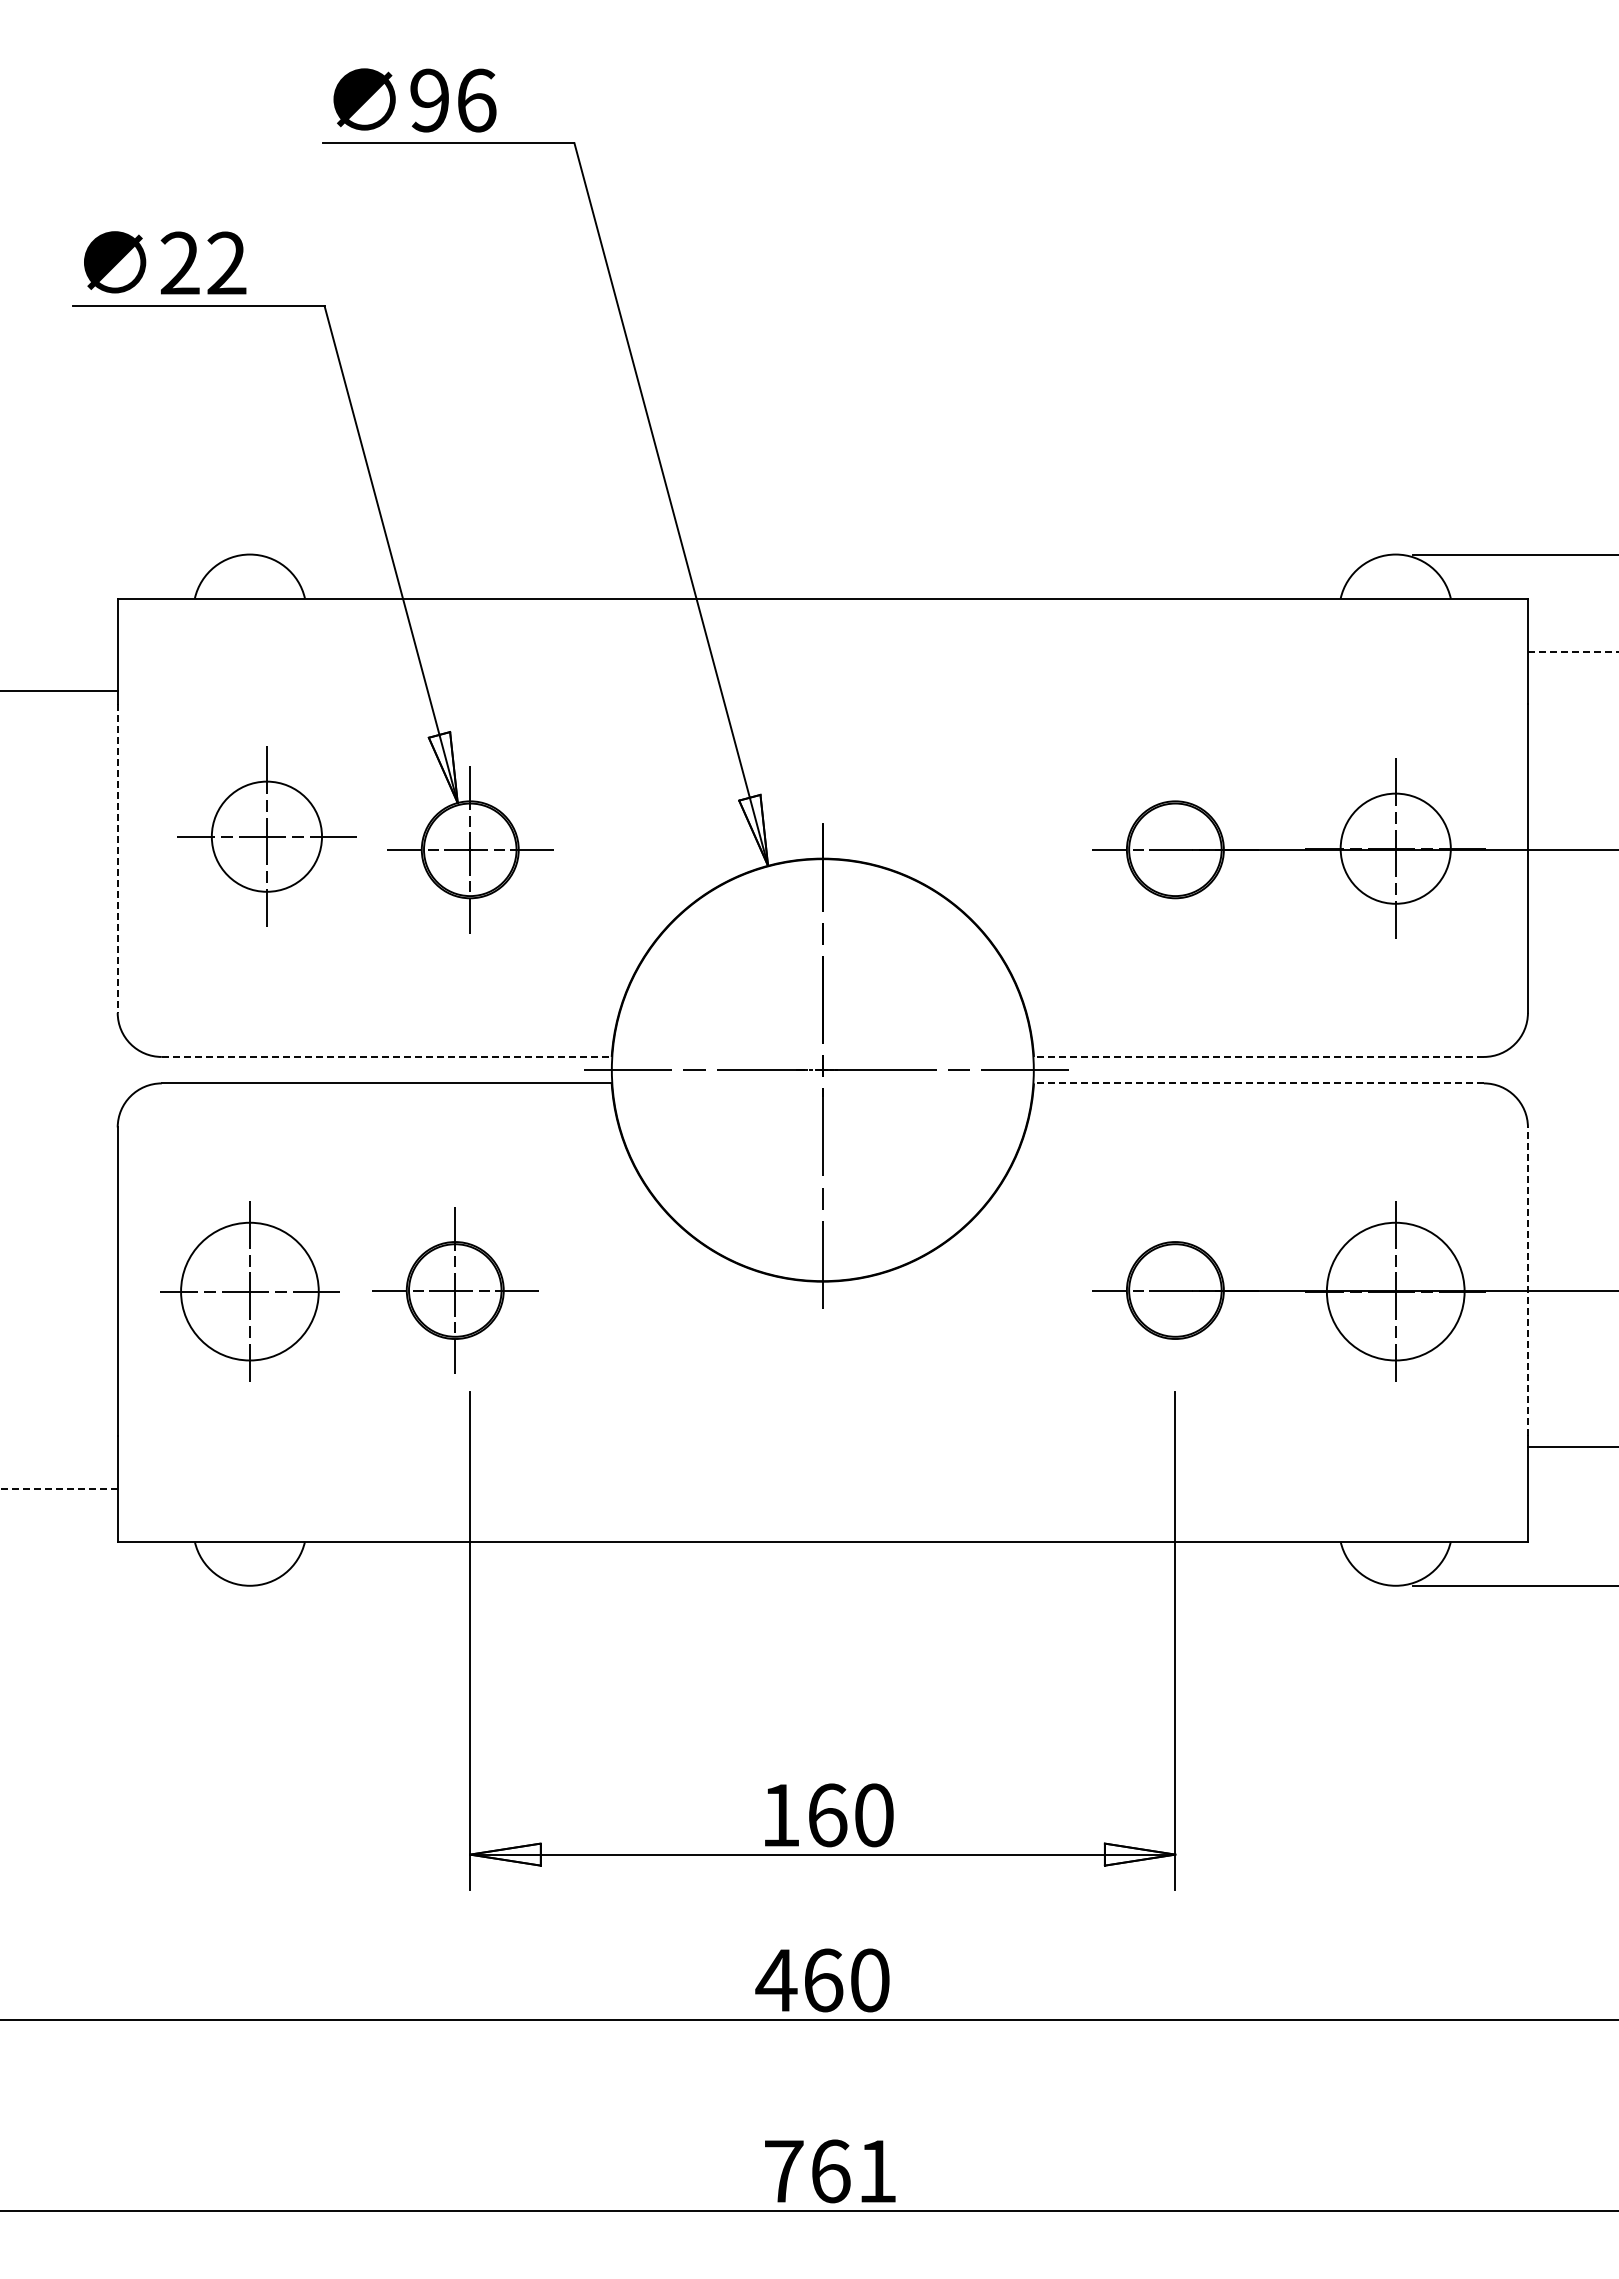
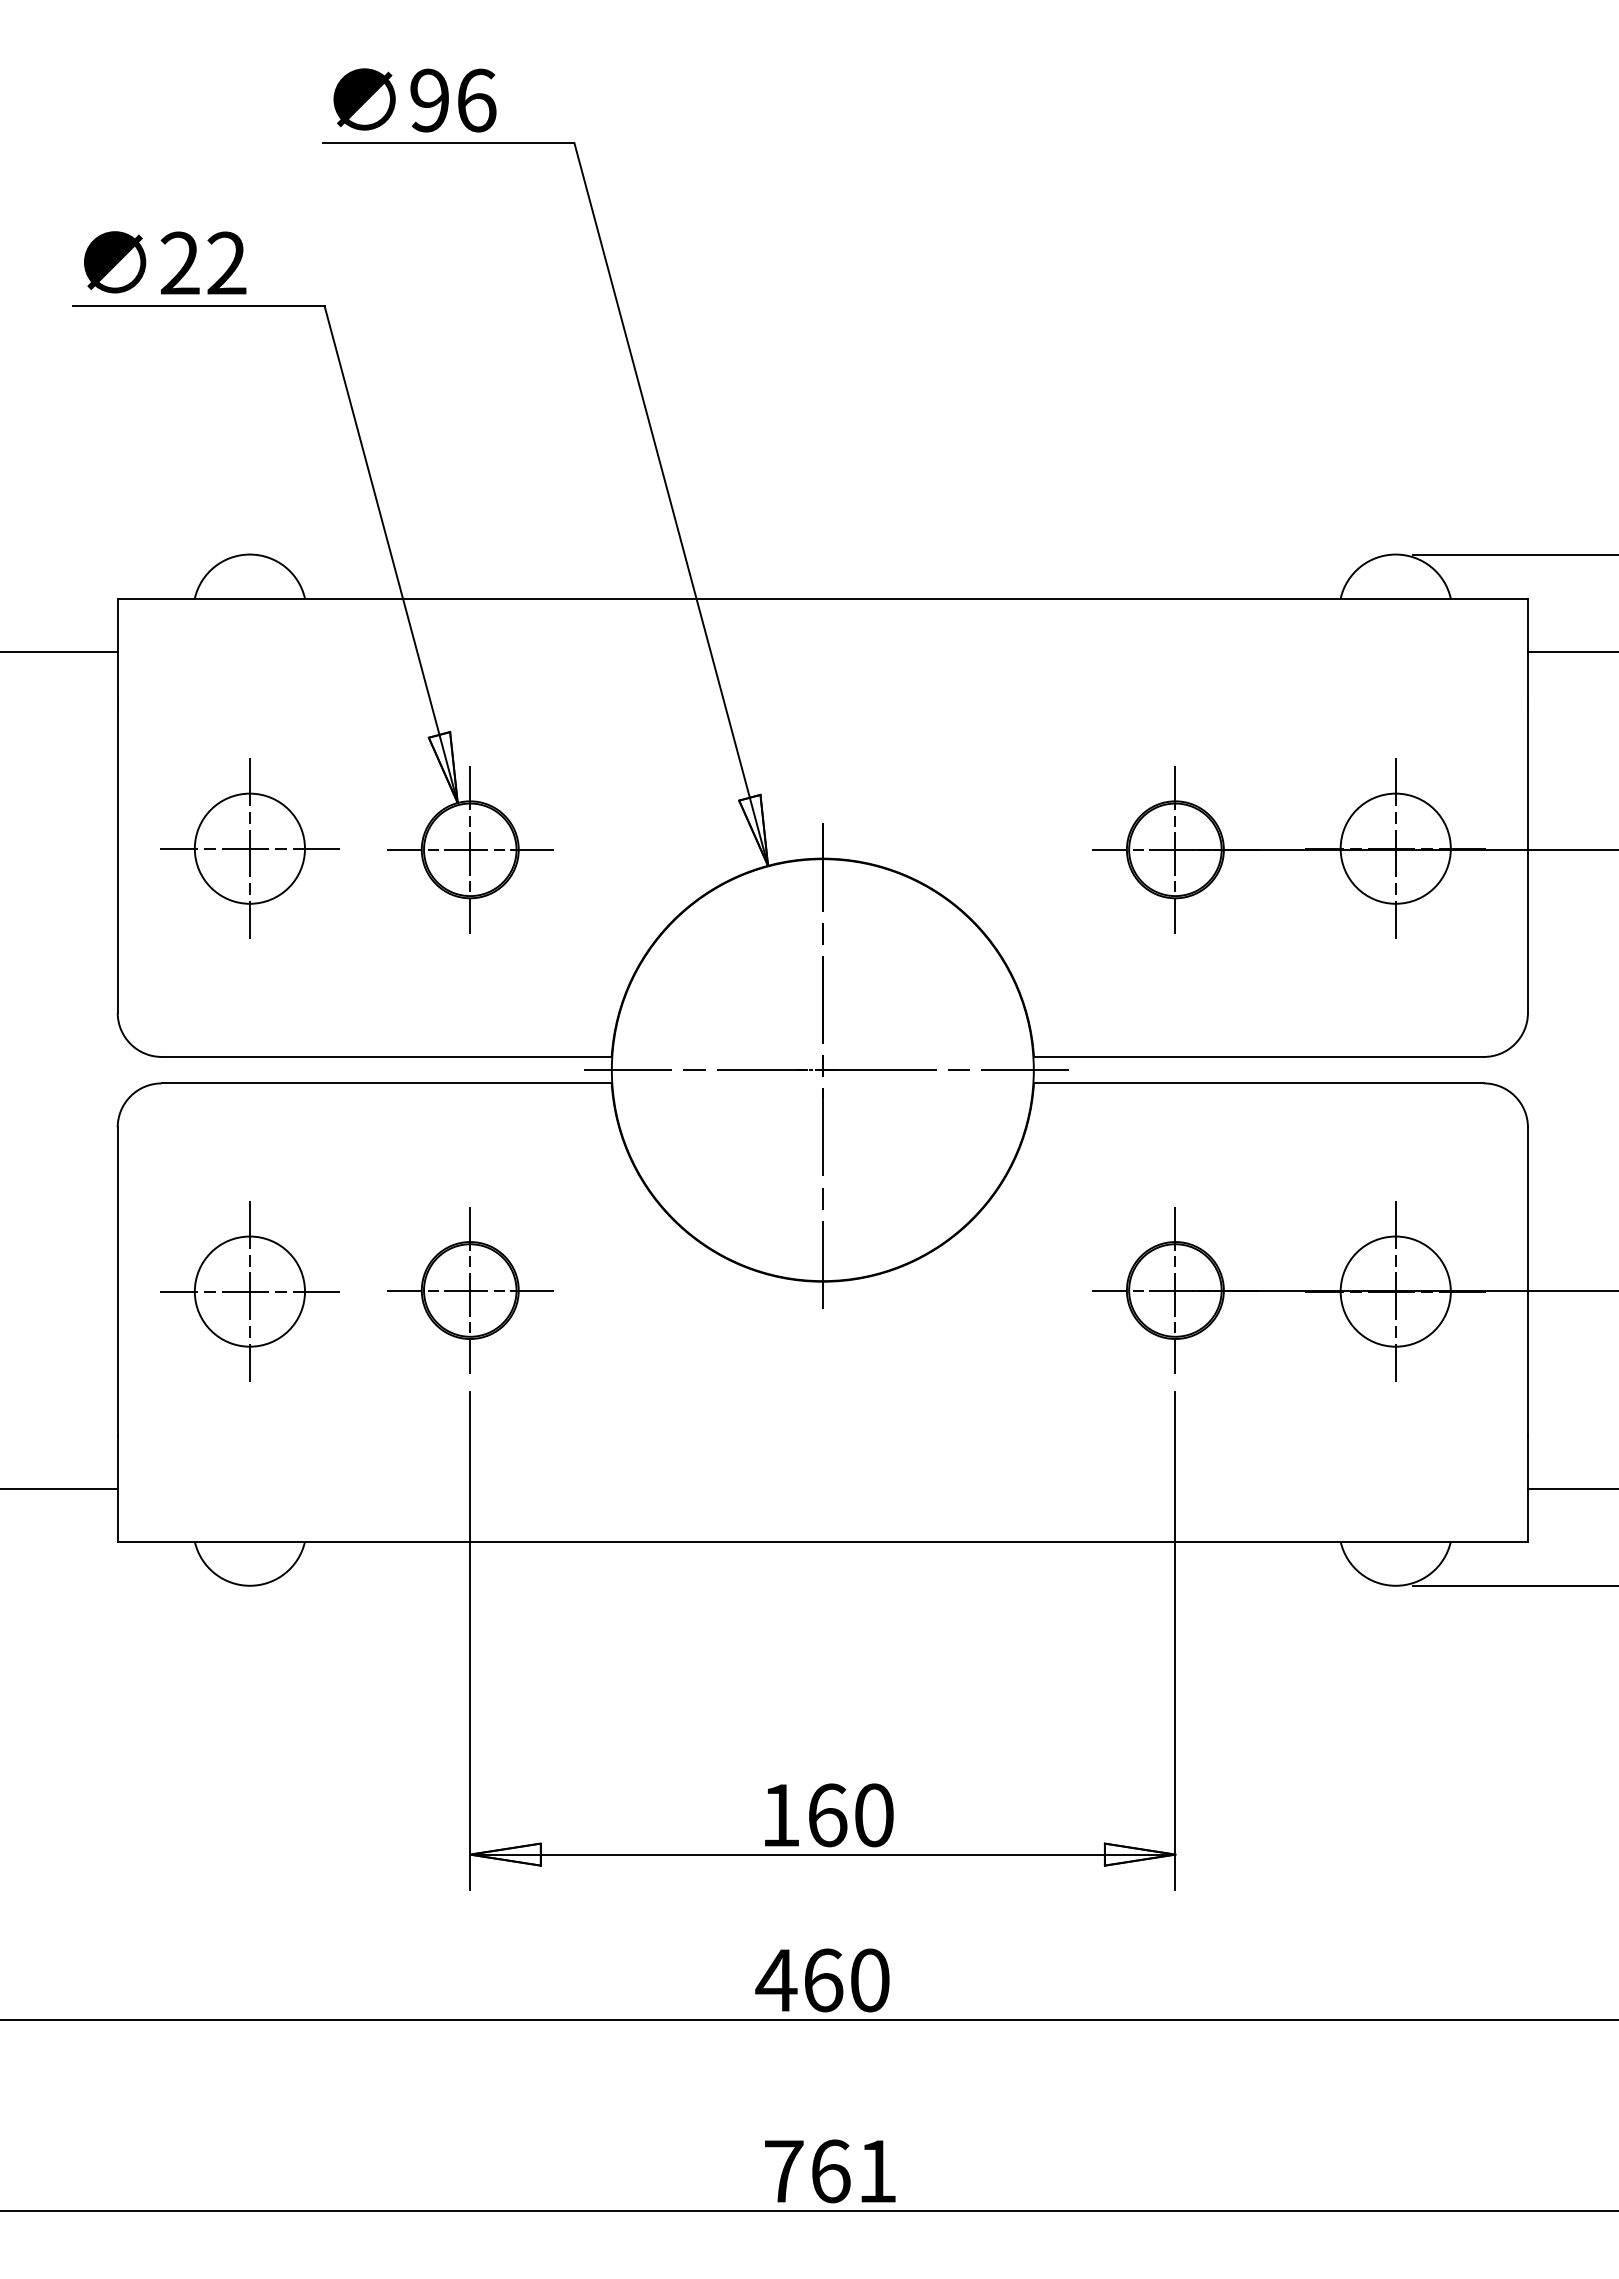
line at (1573, 651): dashed -> solid
line at (59, 690) position: (59, 690) -> (59, 651)
part at (266, 836) position: (266, 836) -> (249, 848)
line at (1175, 849): none -> present
line at (117, 859): dashed -> solid
line at (386, 1056): dashed -> solid
line at (1258, 1056): dashed -> solid
line at (1258, 1083): dashed -> solid
line at (1527, 1281): dashed -> solid
part at (455, 1290) position: (455, 1290) -> (470, 1290)
line at (1175, 1290): none -> present
circle at (249, 1291) diameter: 138 px -> 110 px
circle at (1395, 1291) diameter: 138 px -> 110 px
line at (1571, 1446) position: (1571, 1446) -> (1571, 1488)
line at (58, 1488): dashed -> solid
